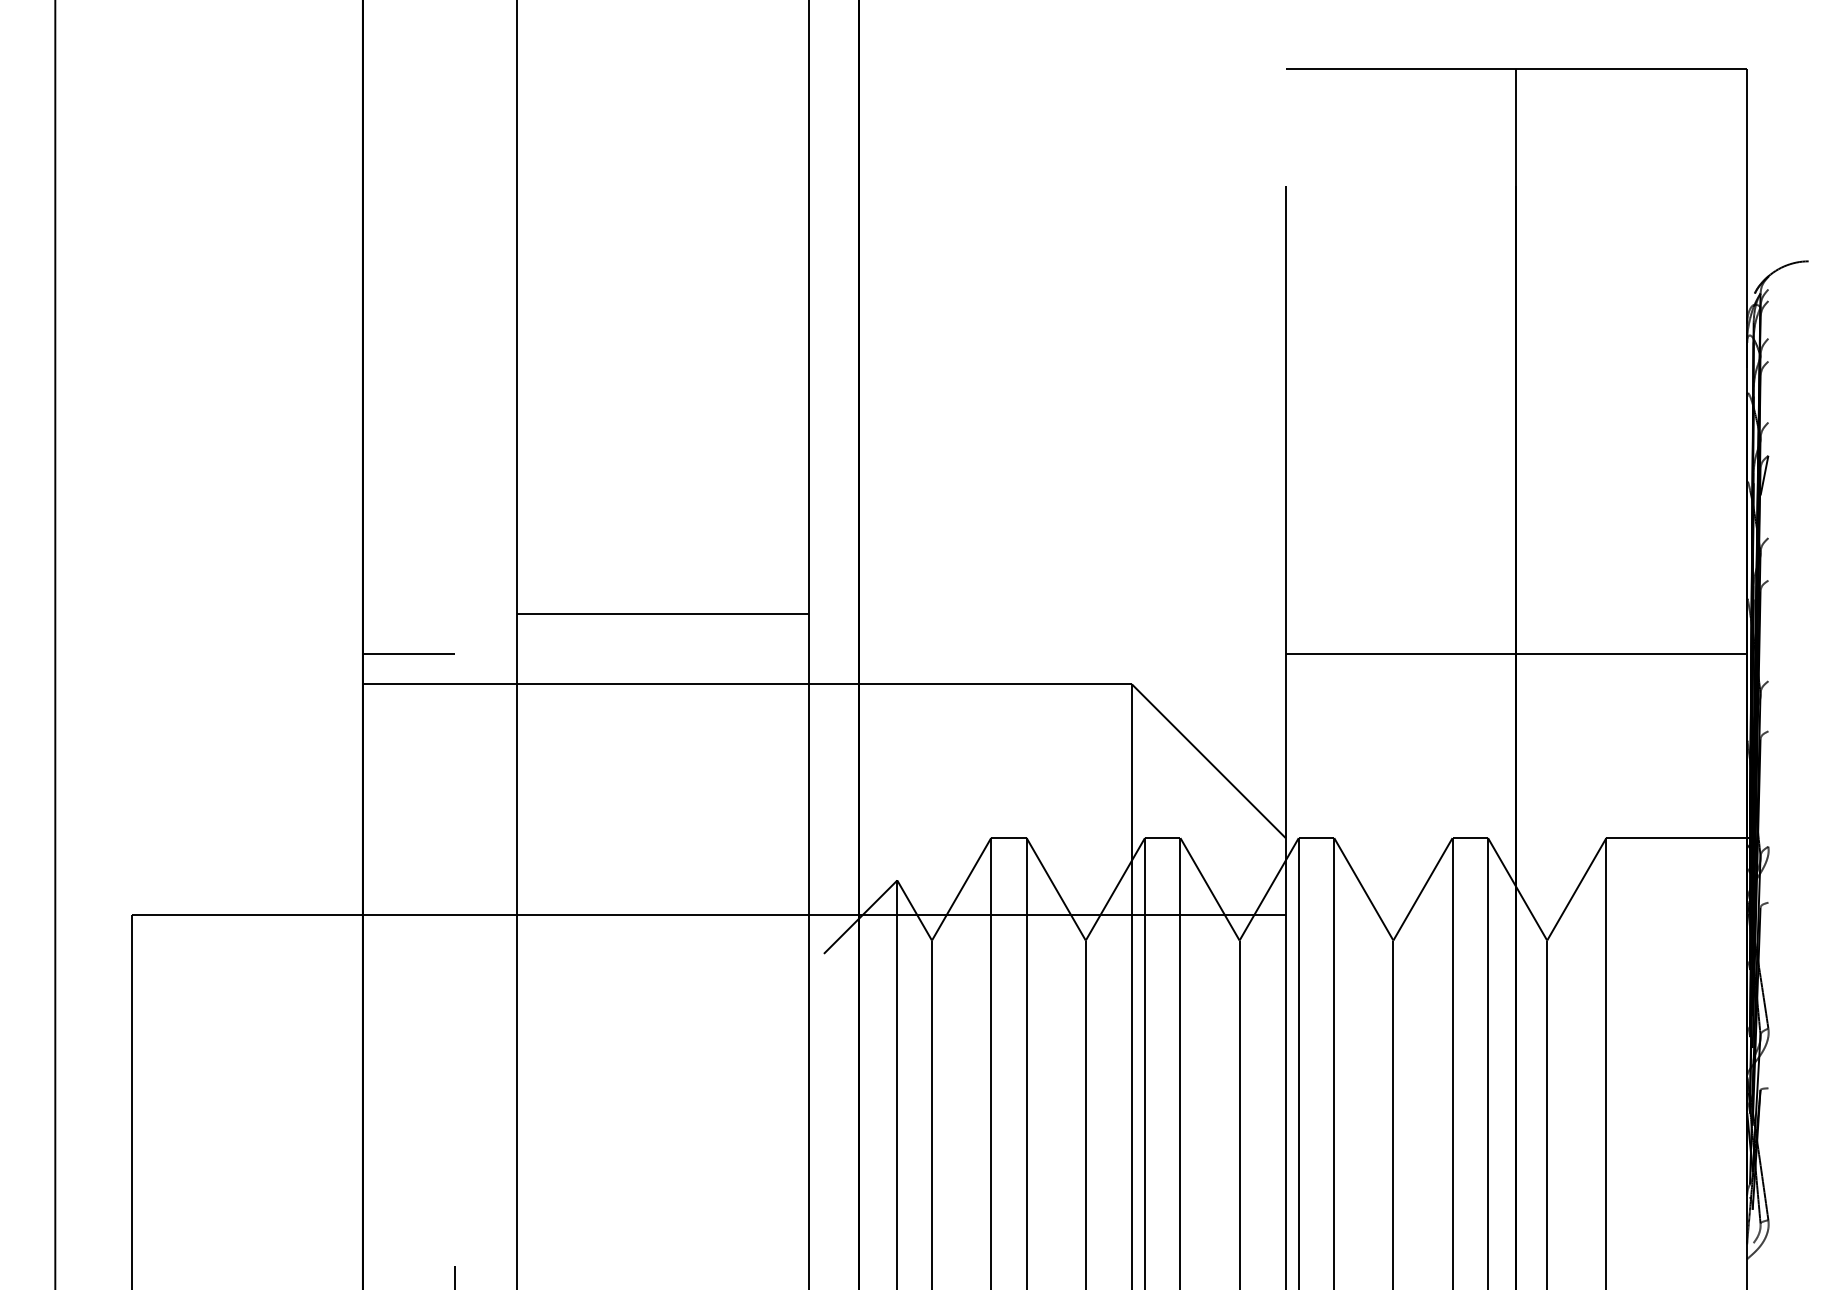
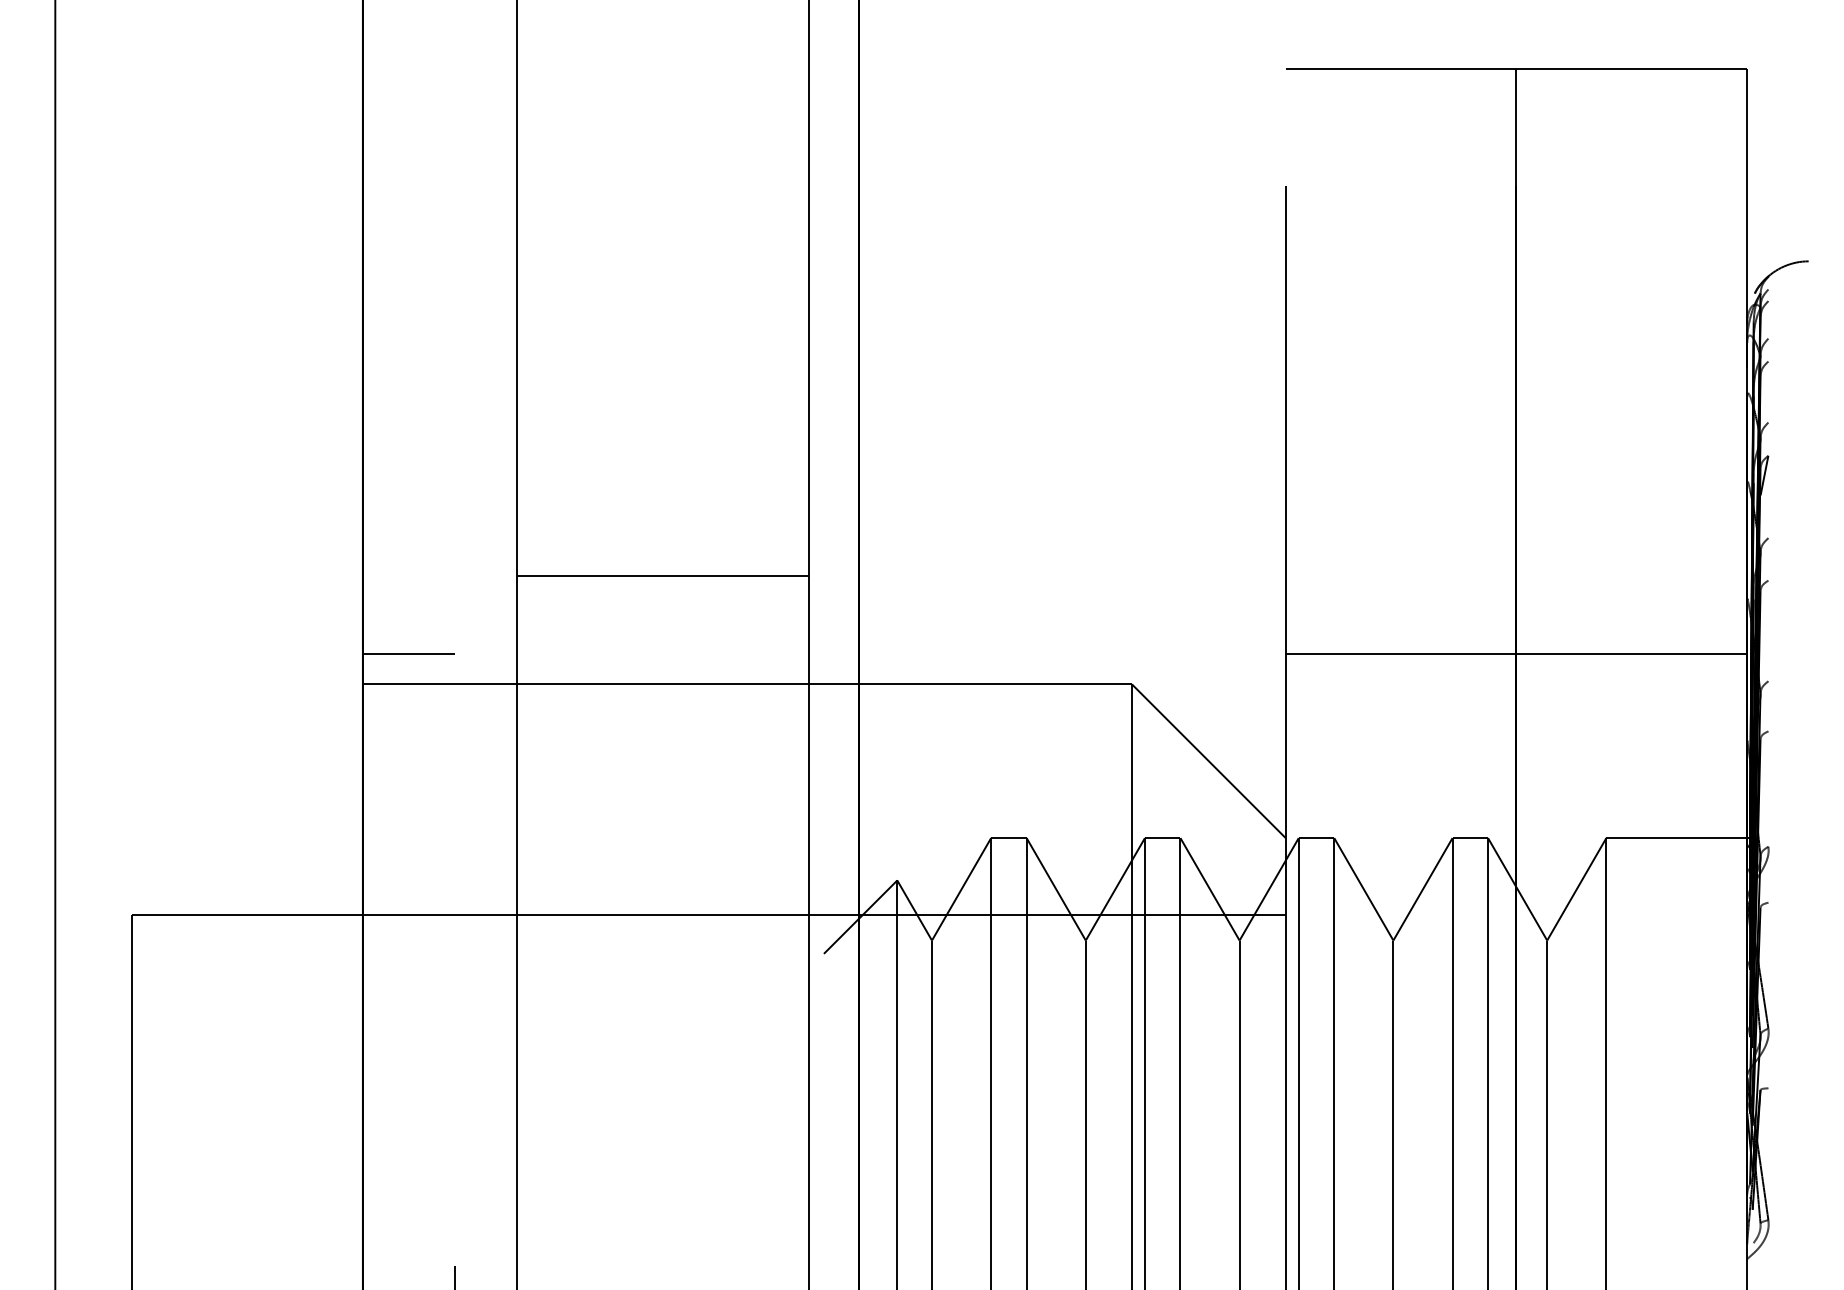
line at (662, 613) position: (662, 613) -> (662, 575)
